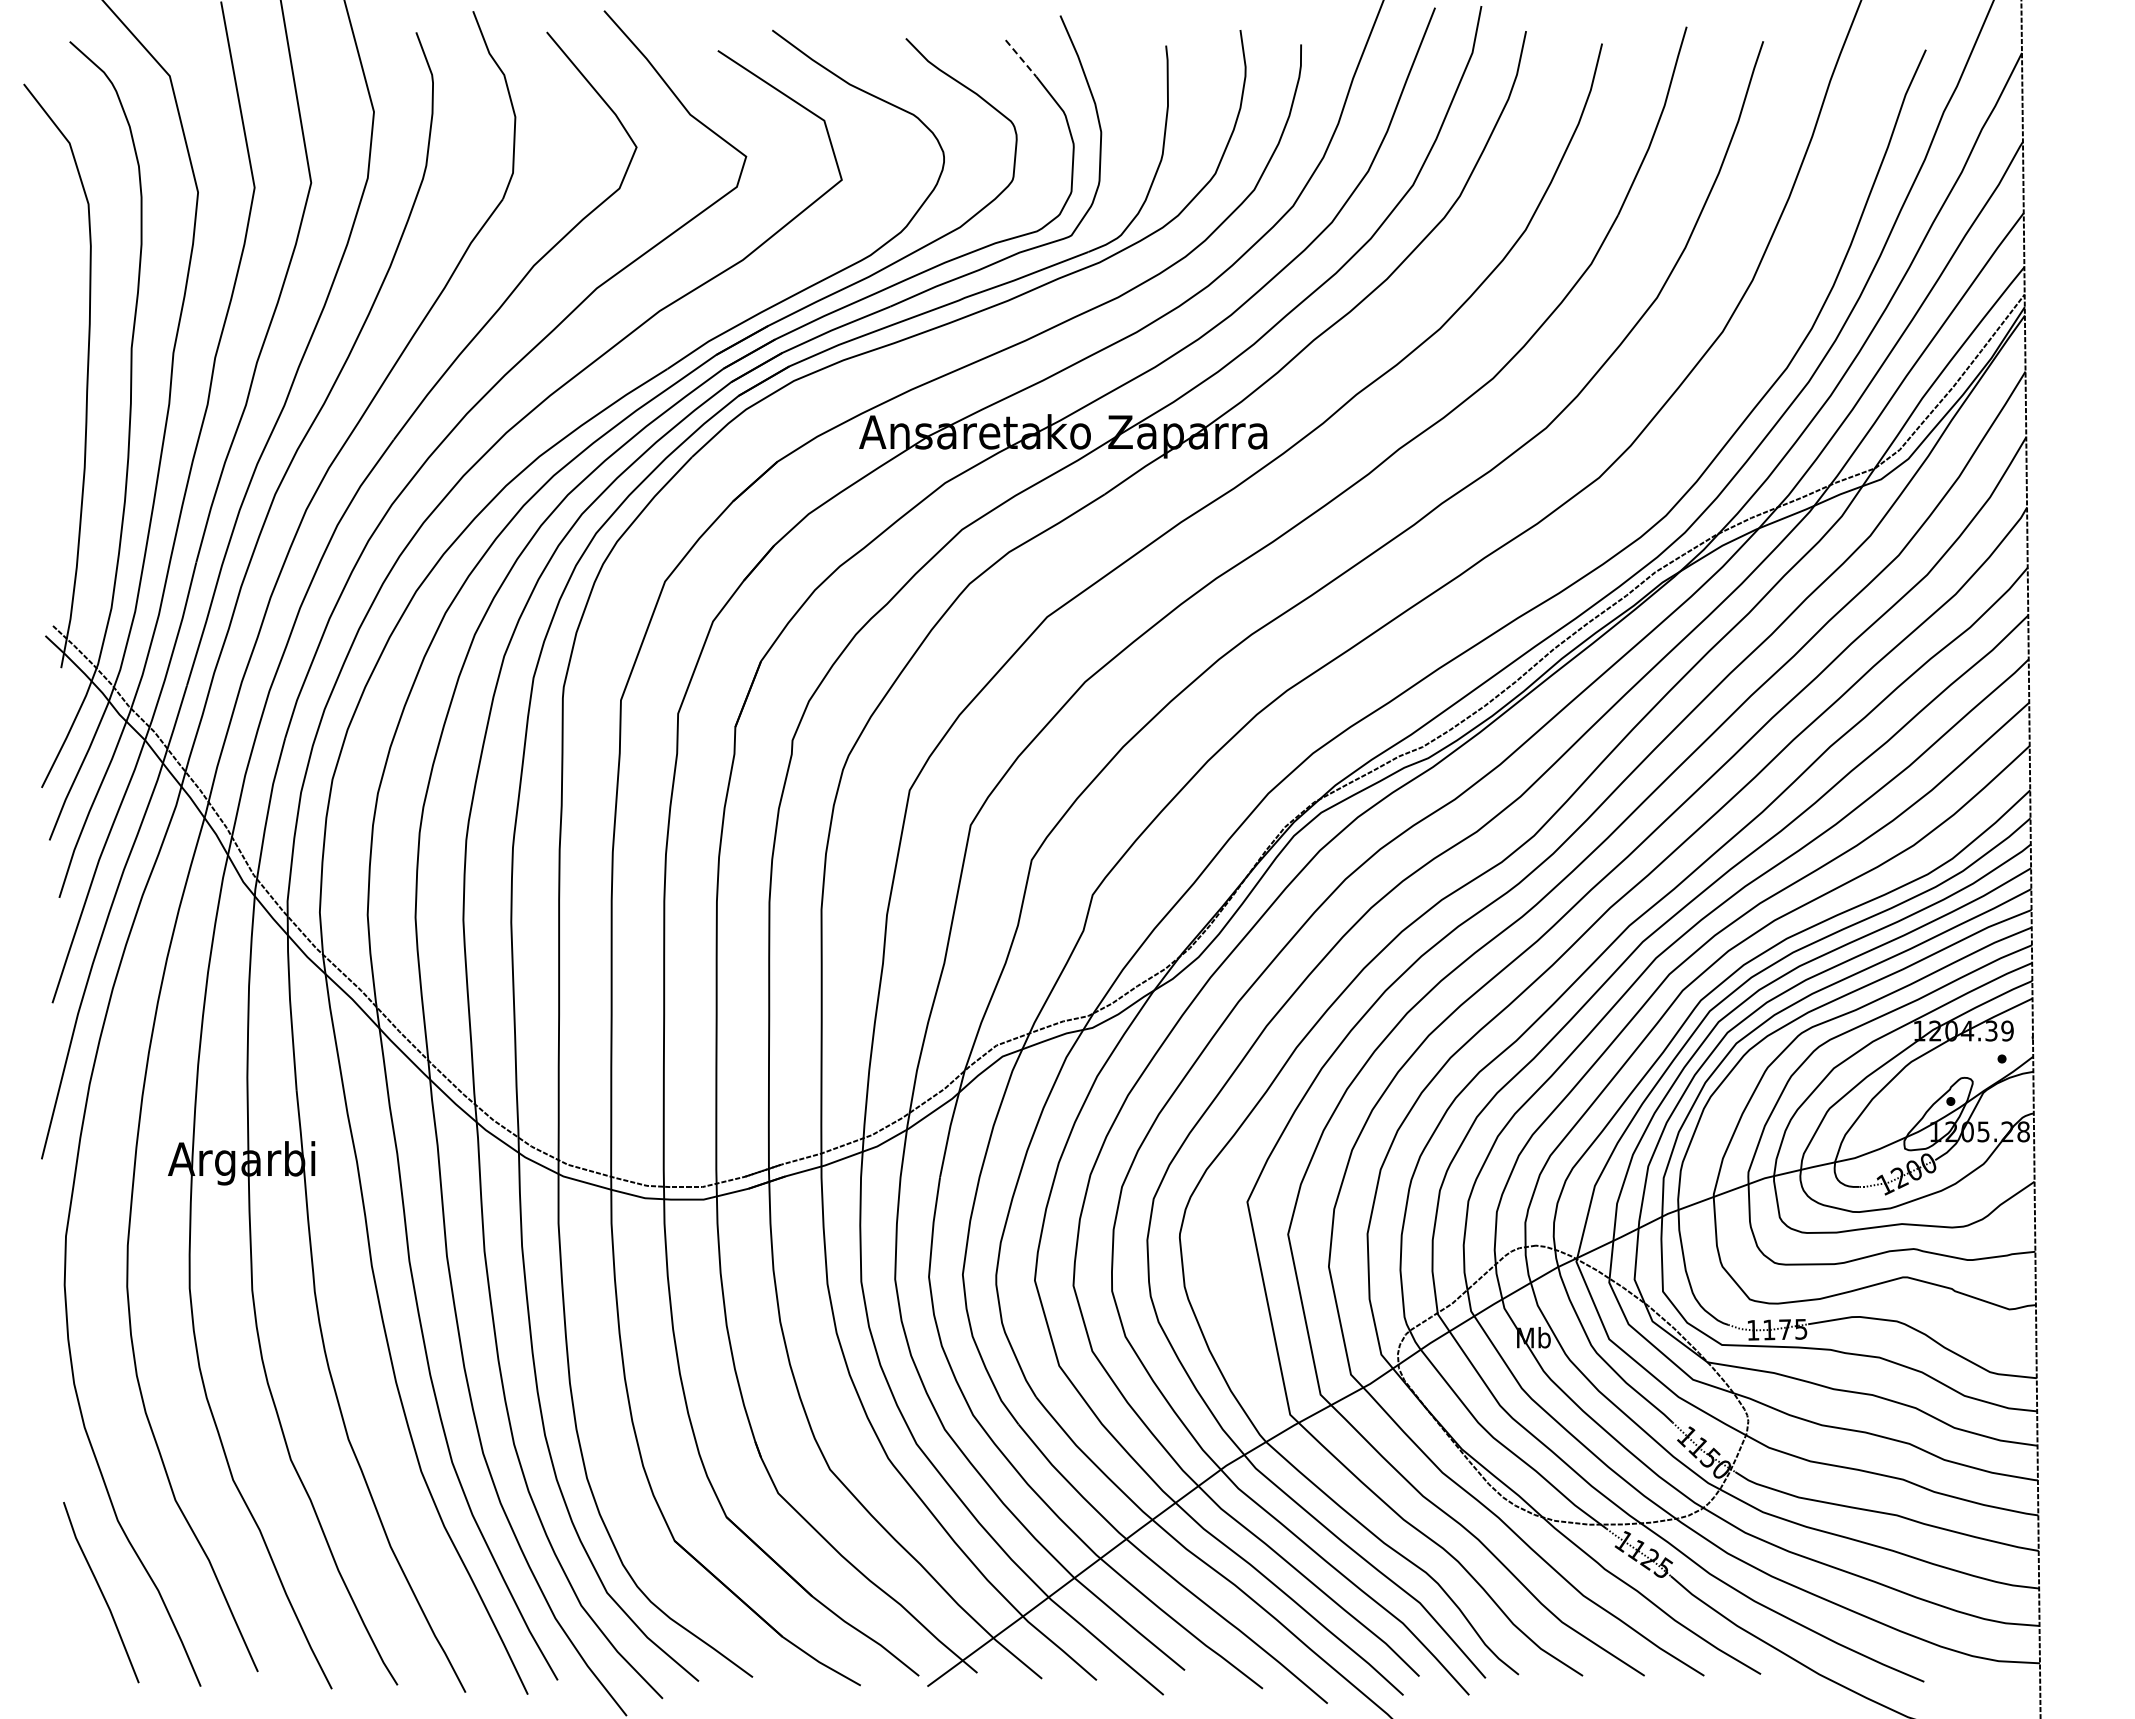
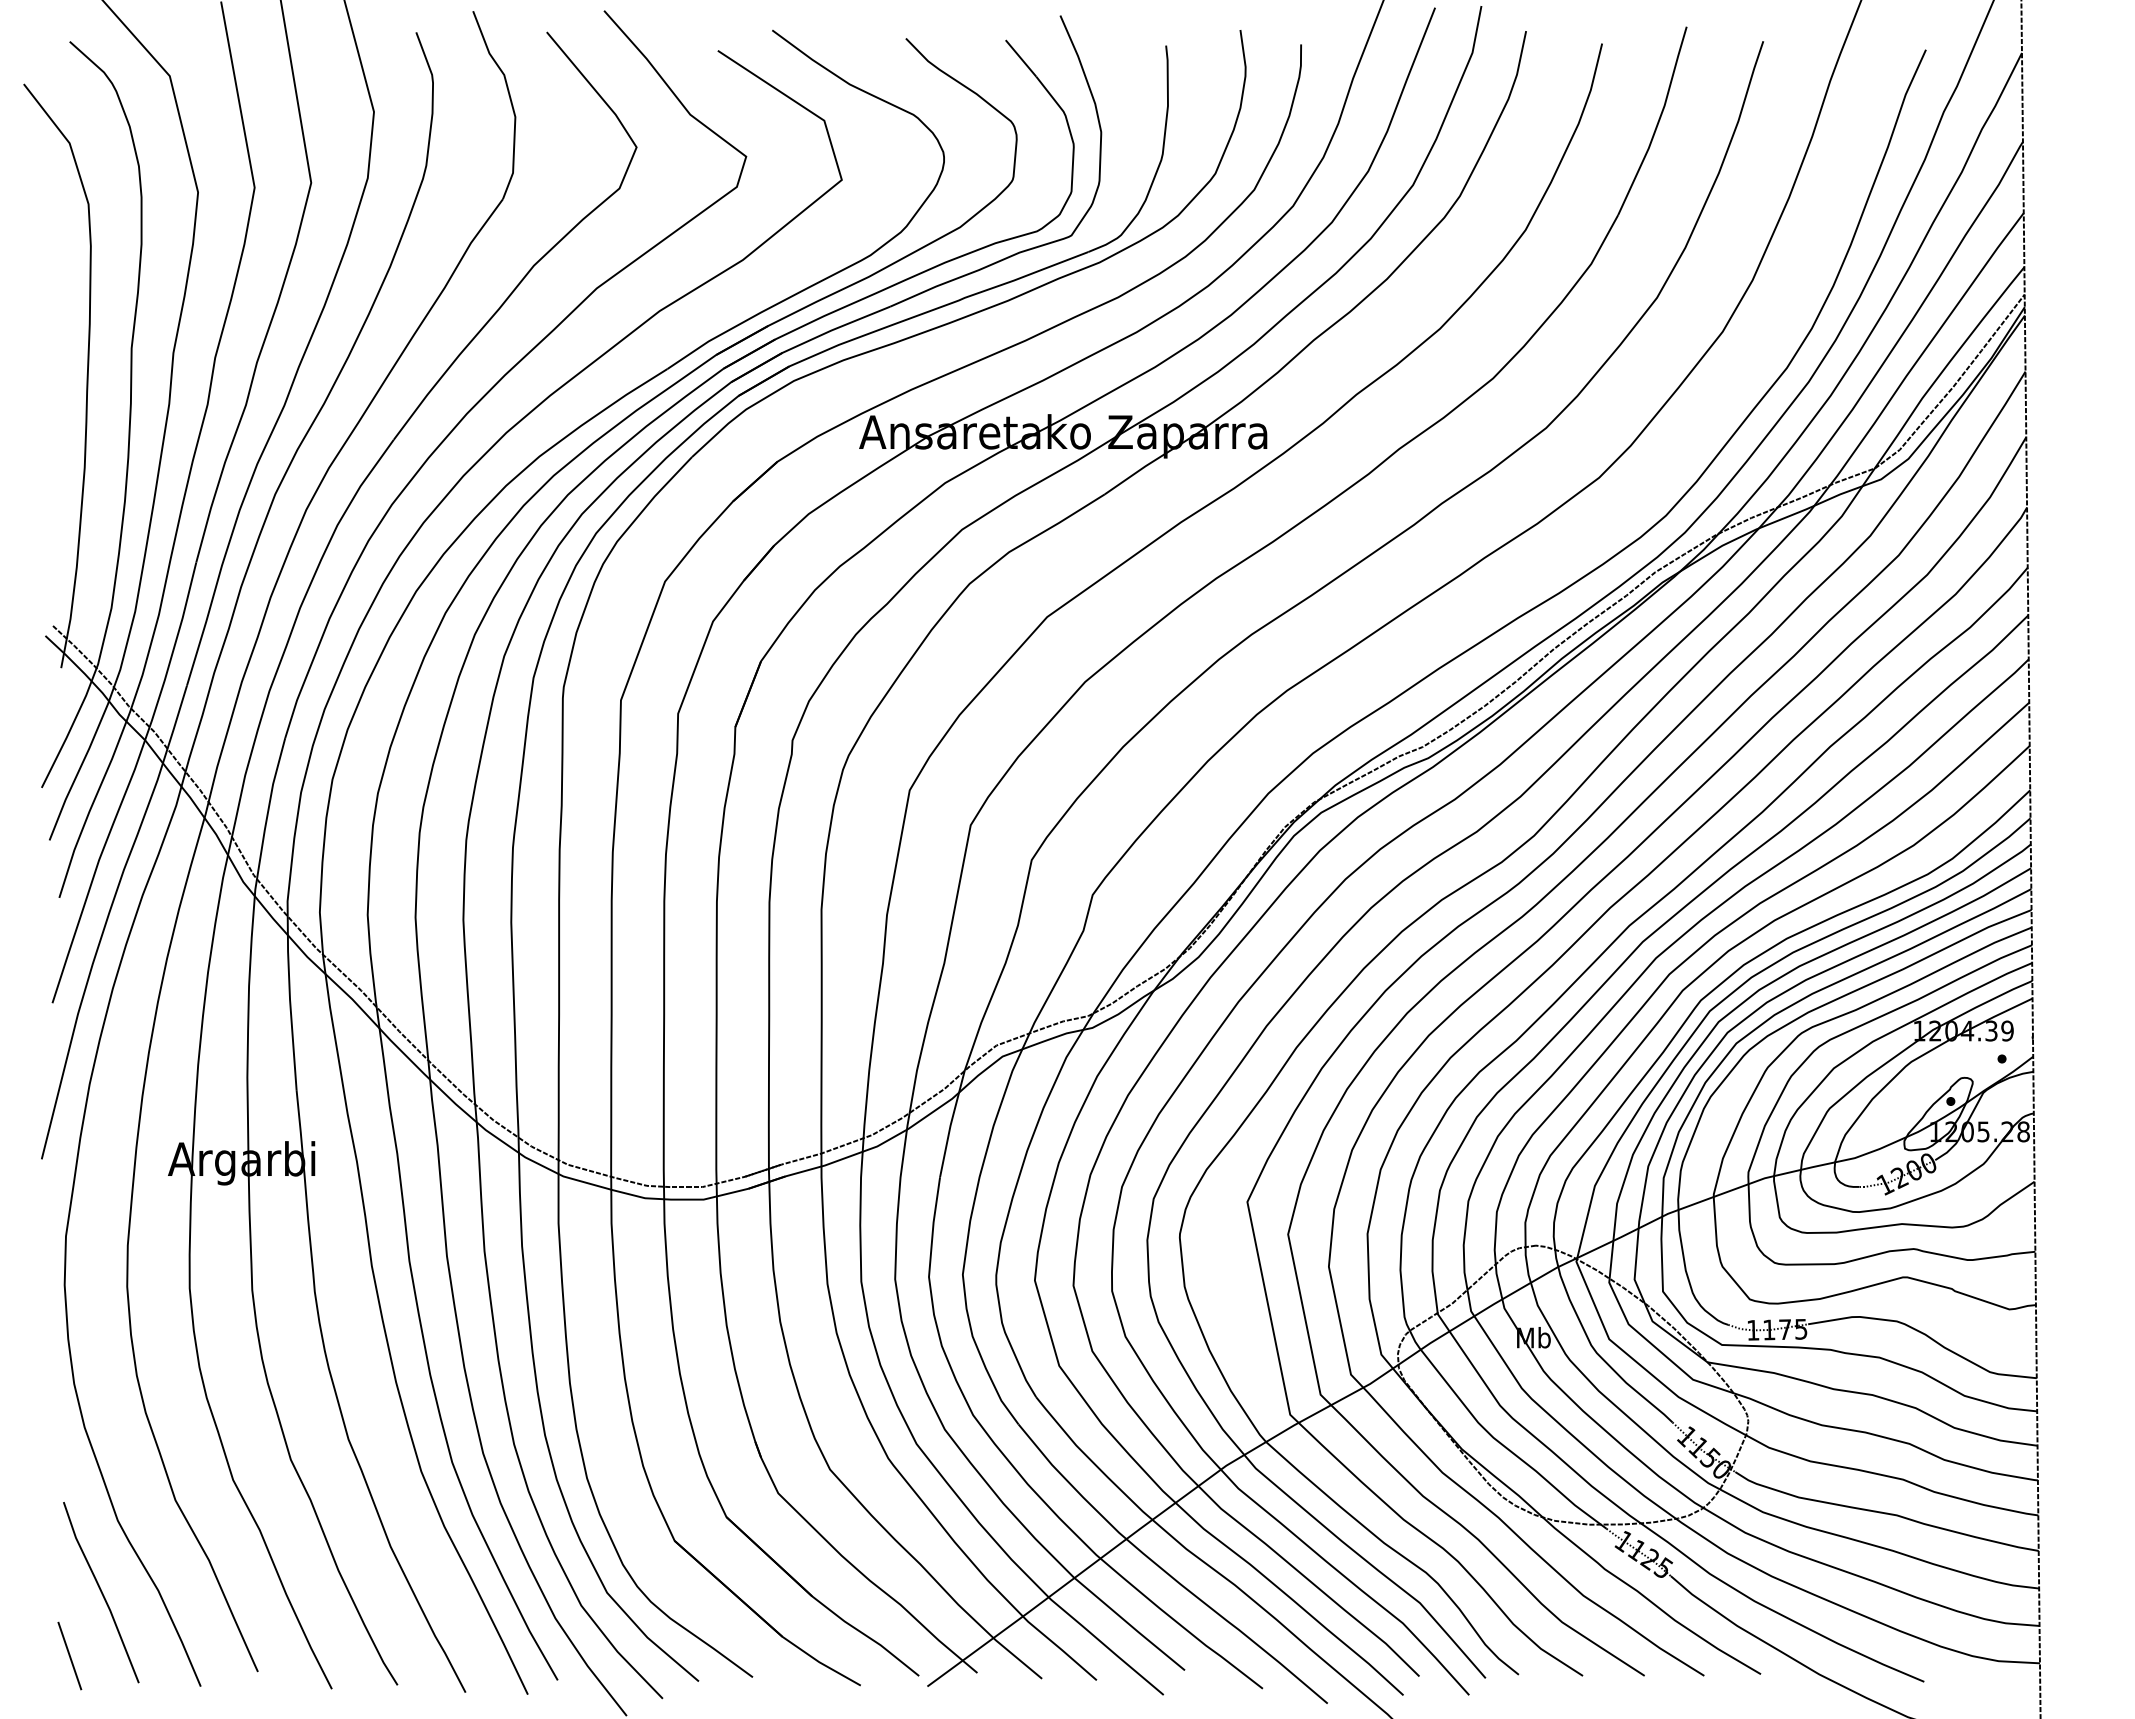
line at (1021, 58): dashed -> solid
line at (69, 1655): none -> present
